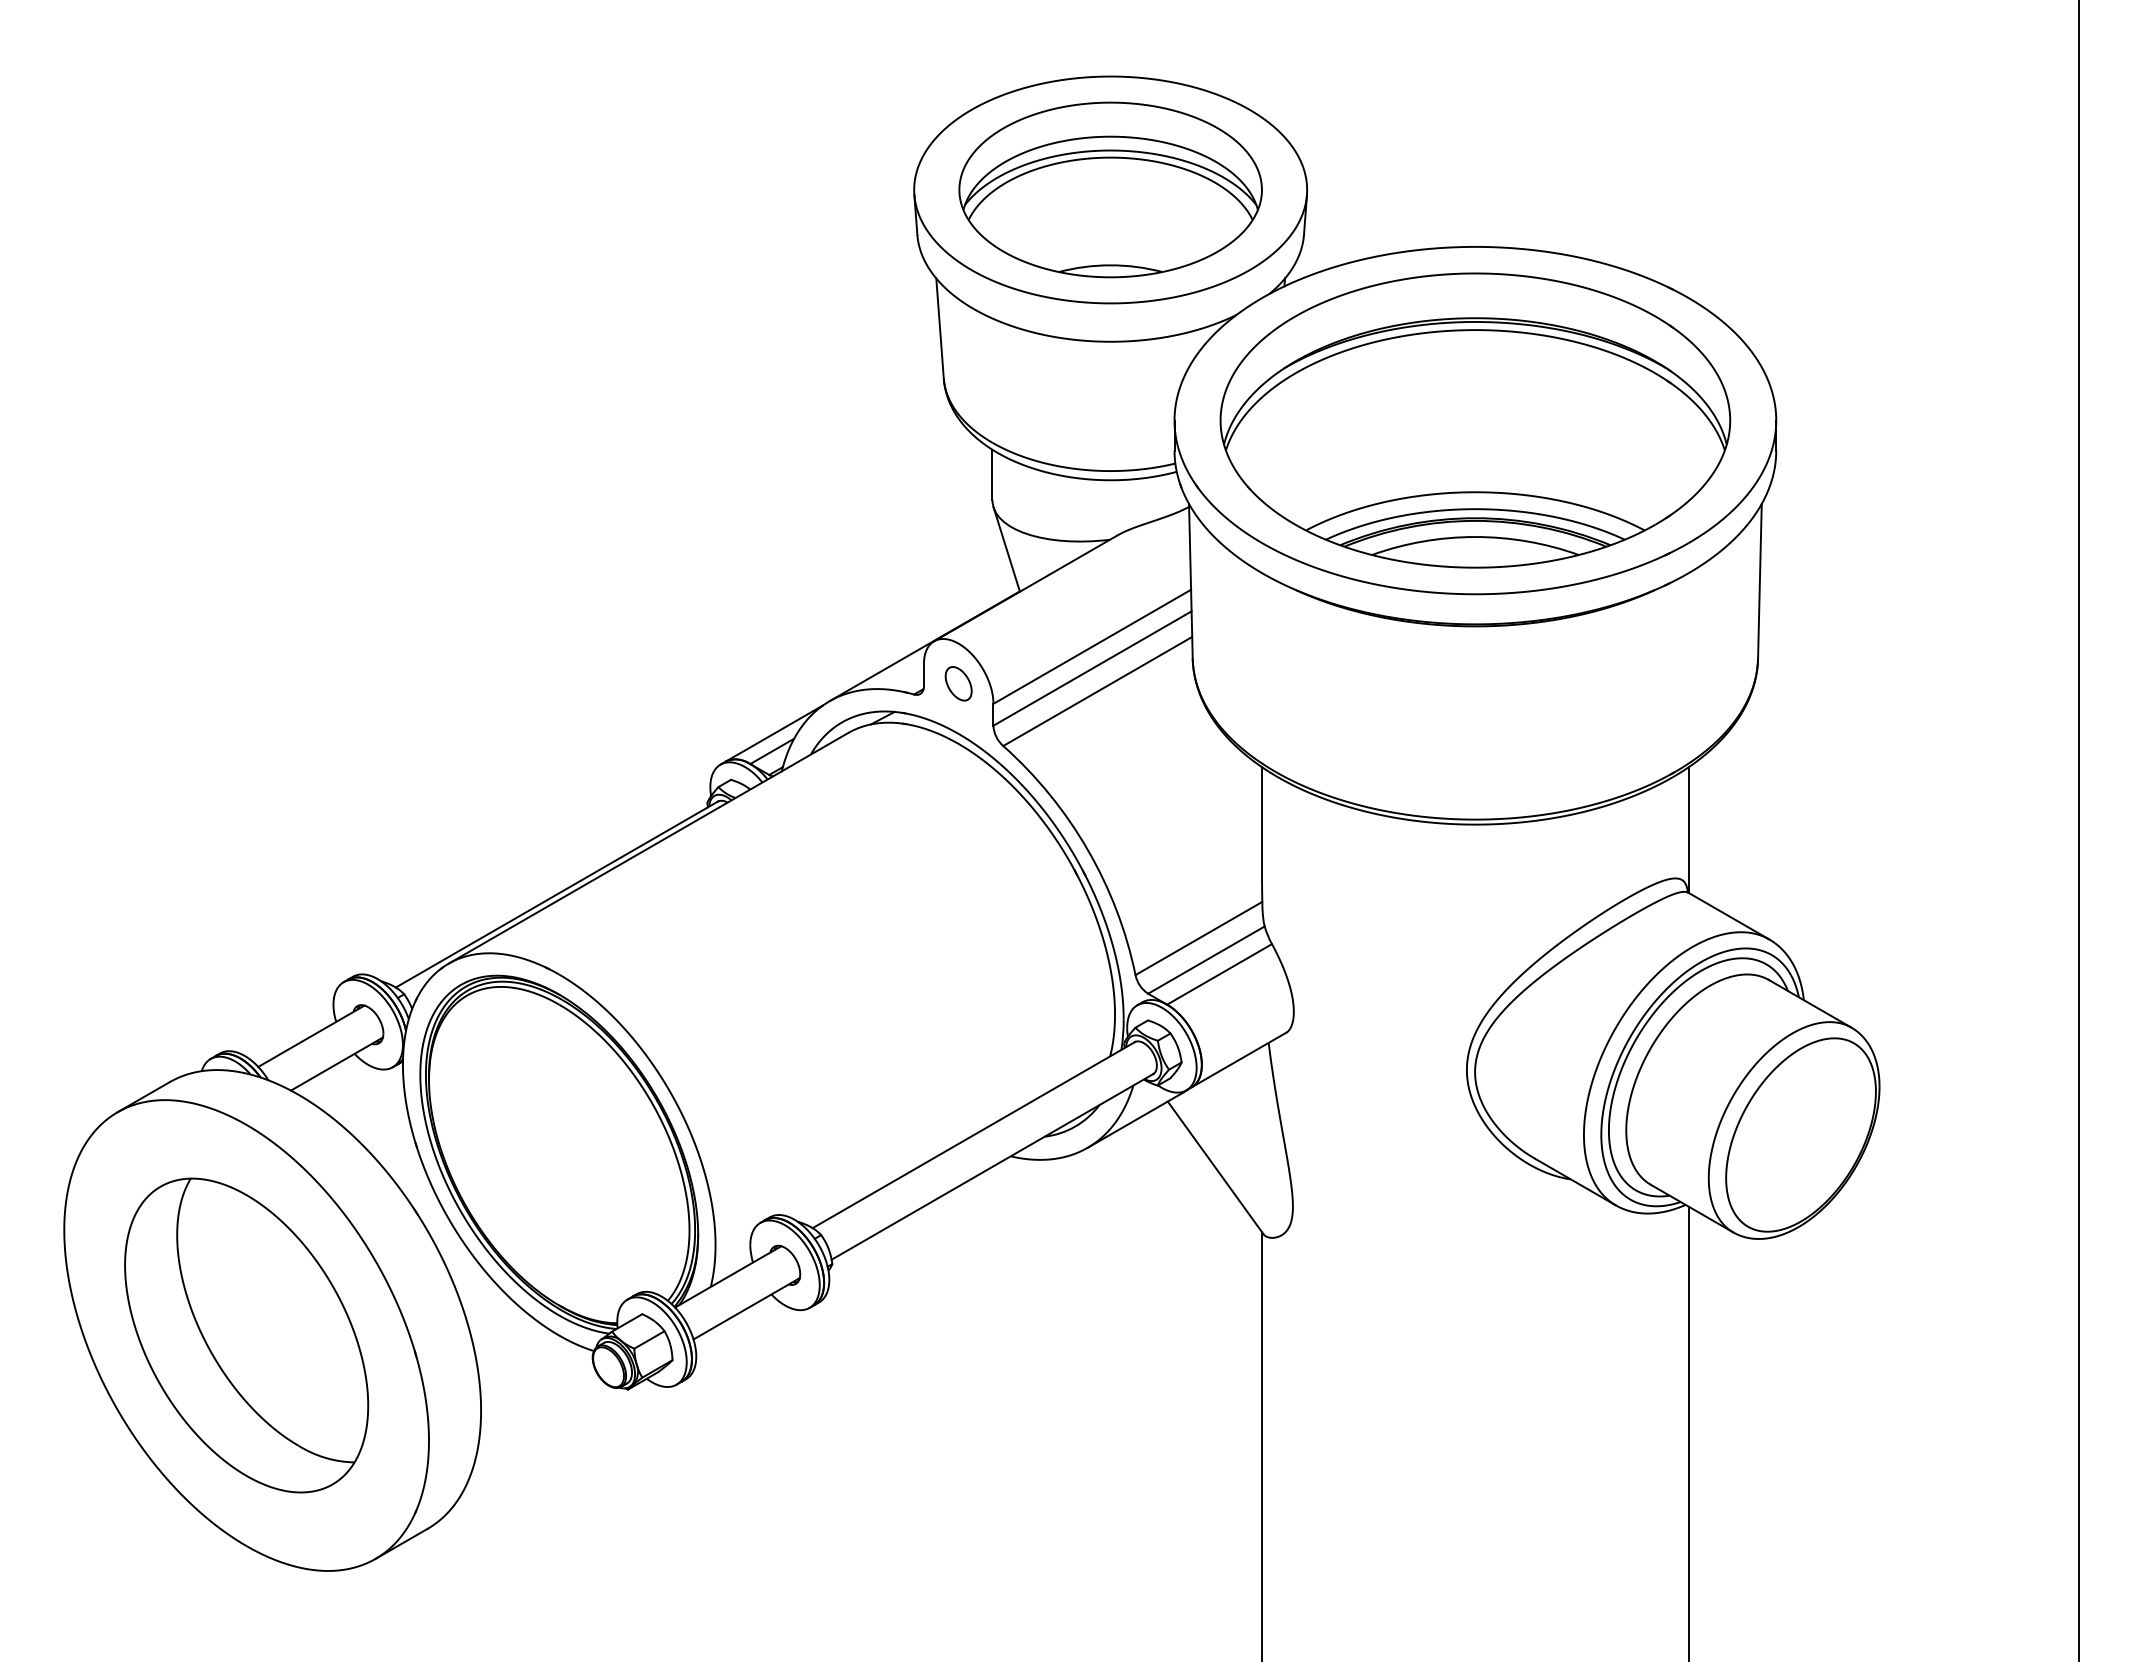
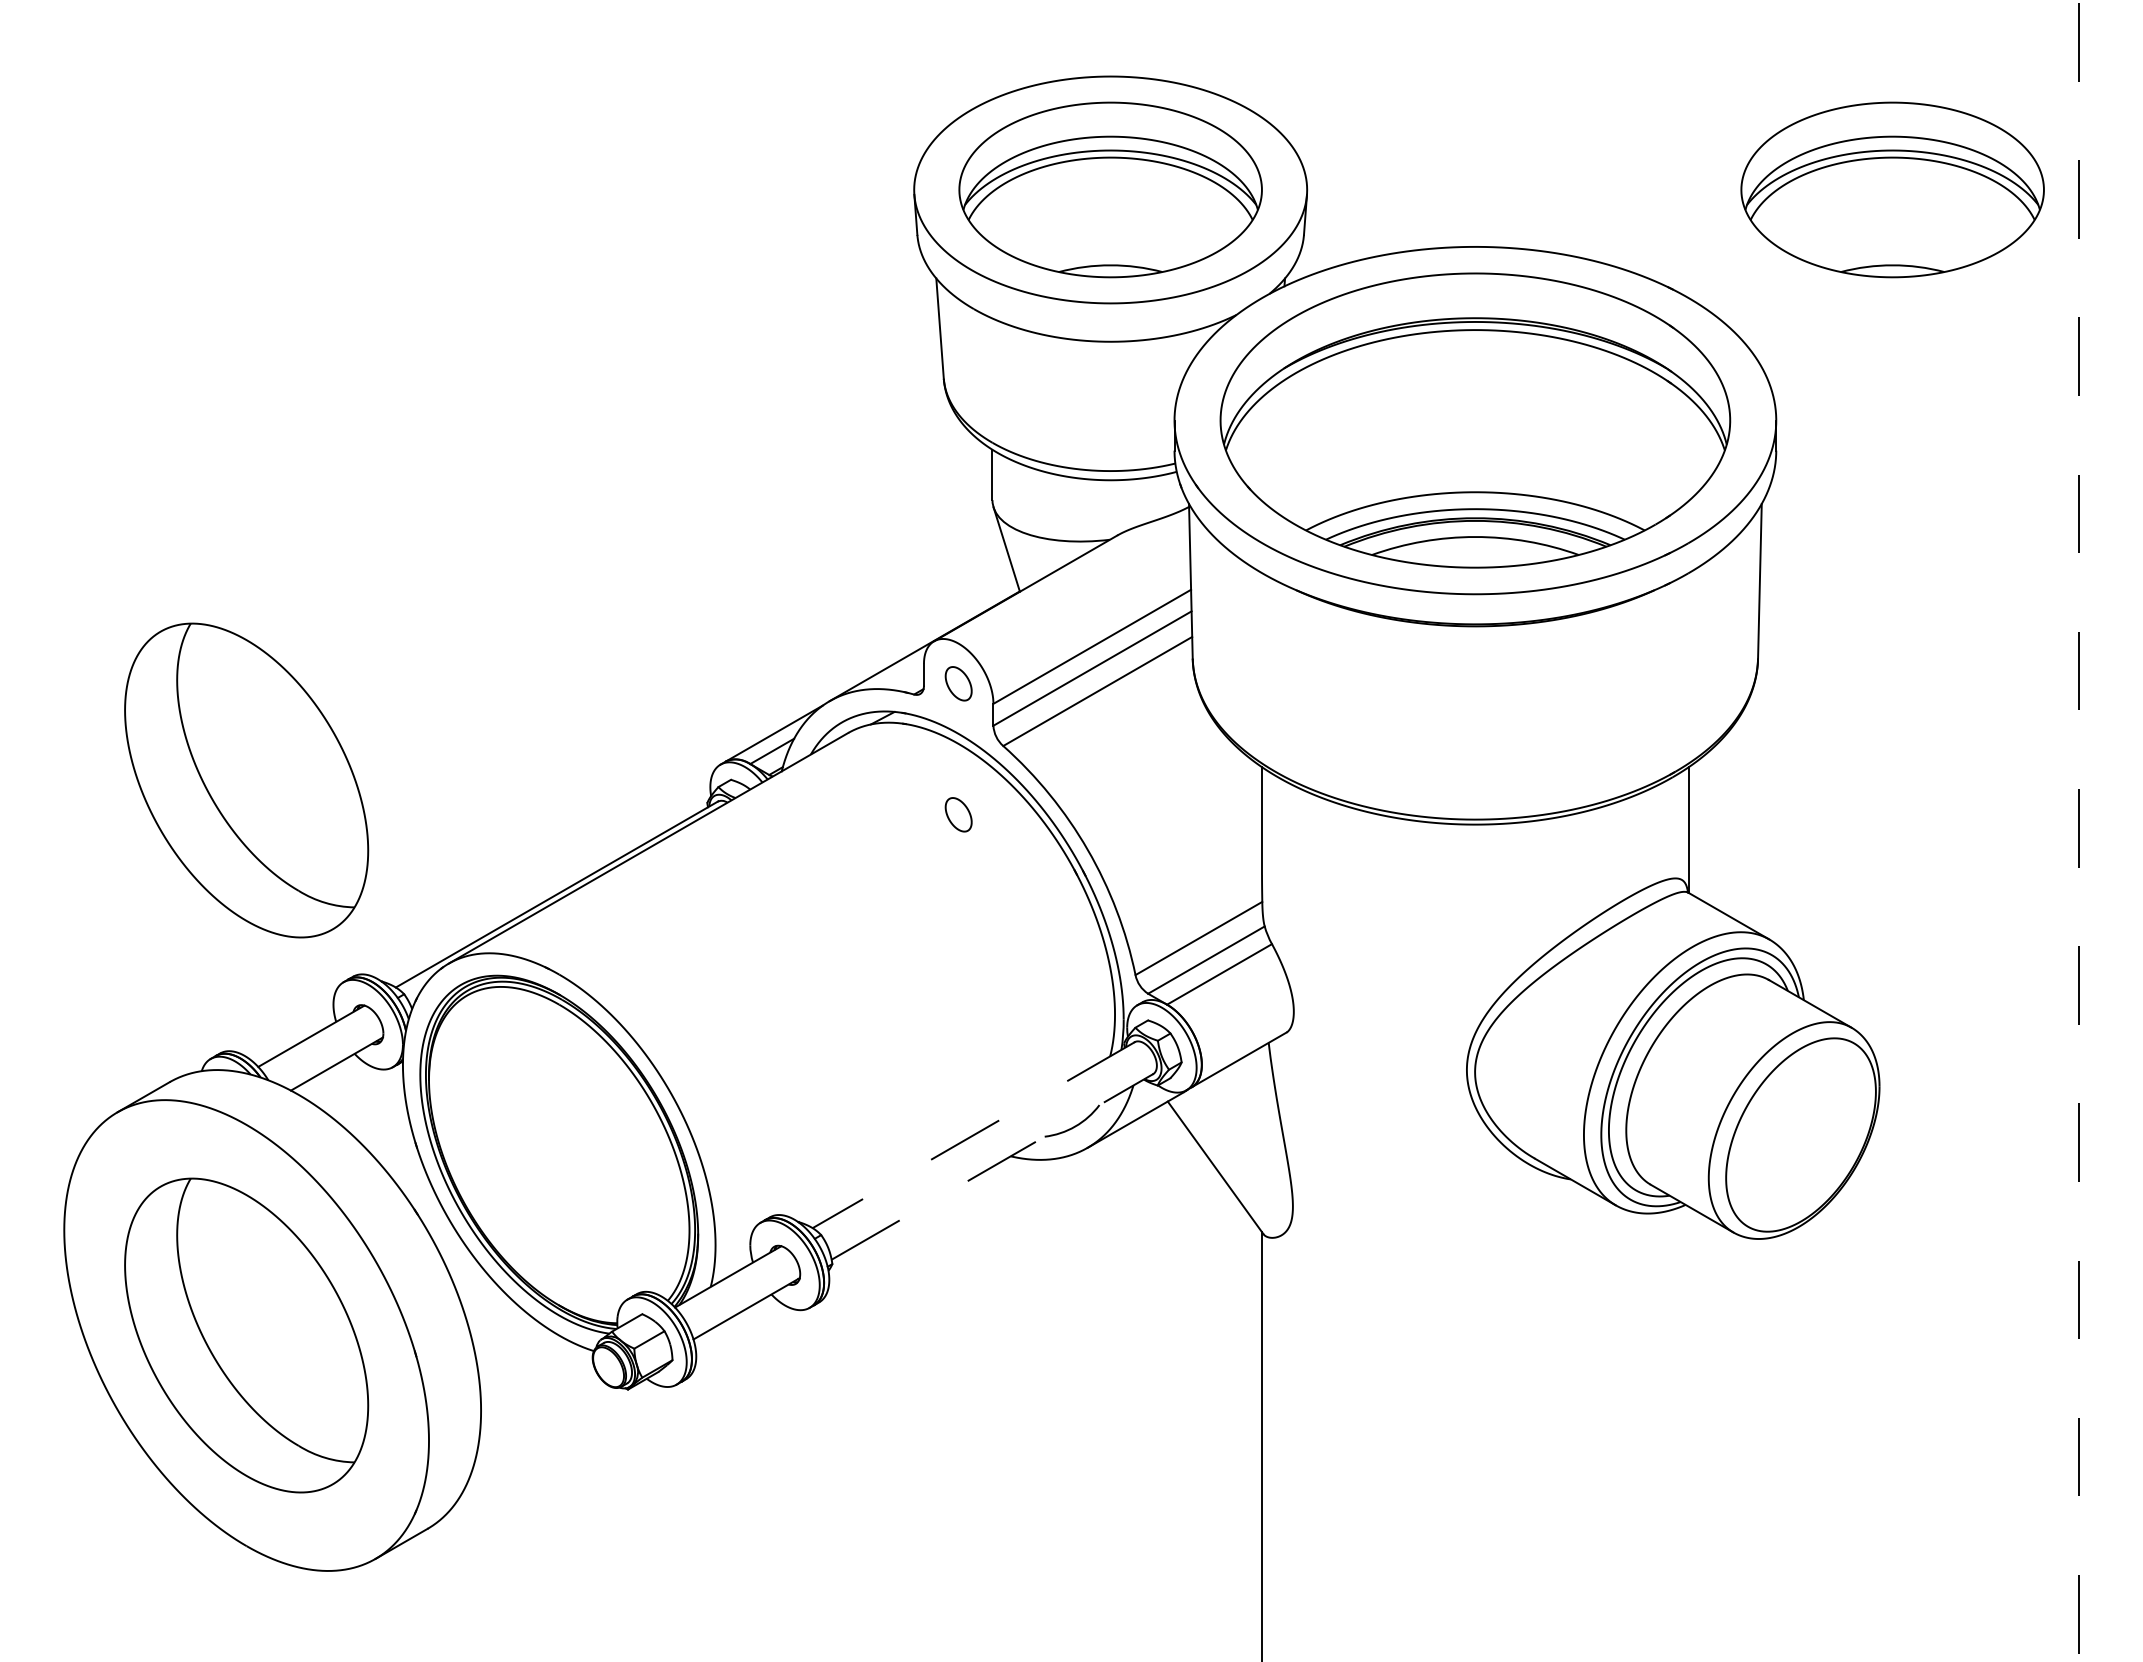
part at (1892, 189): none -> present
part at (246, 780): none -> present
part at (958, 814): none -> present
line at (2078, 830): solid -> dashed
line at (973, 1135): solid -> dashed
line at (992, 1166): solid -> dashed
line at (1688, 1432): present -> none
